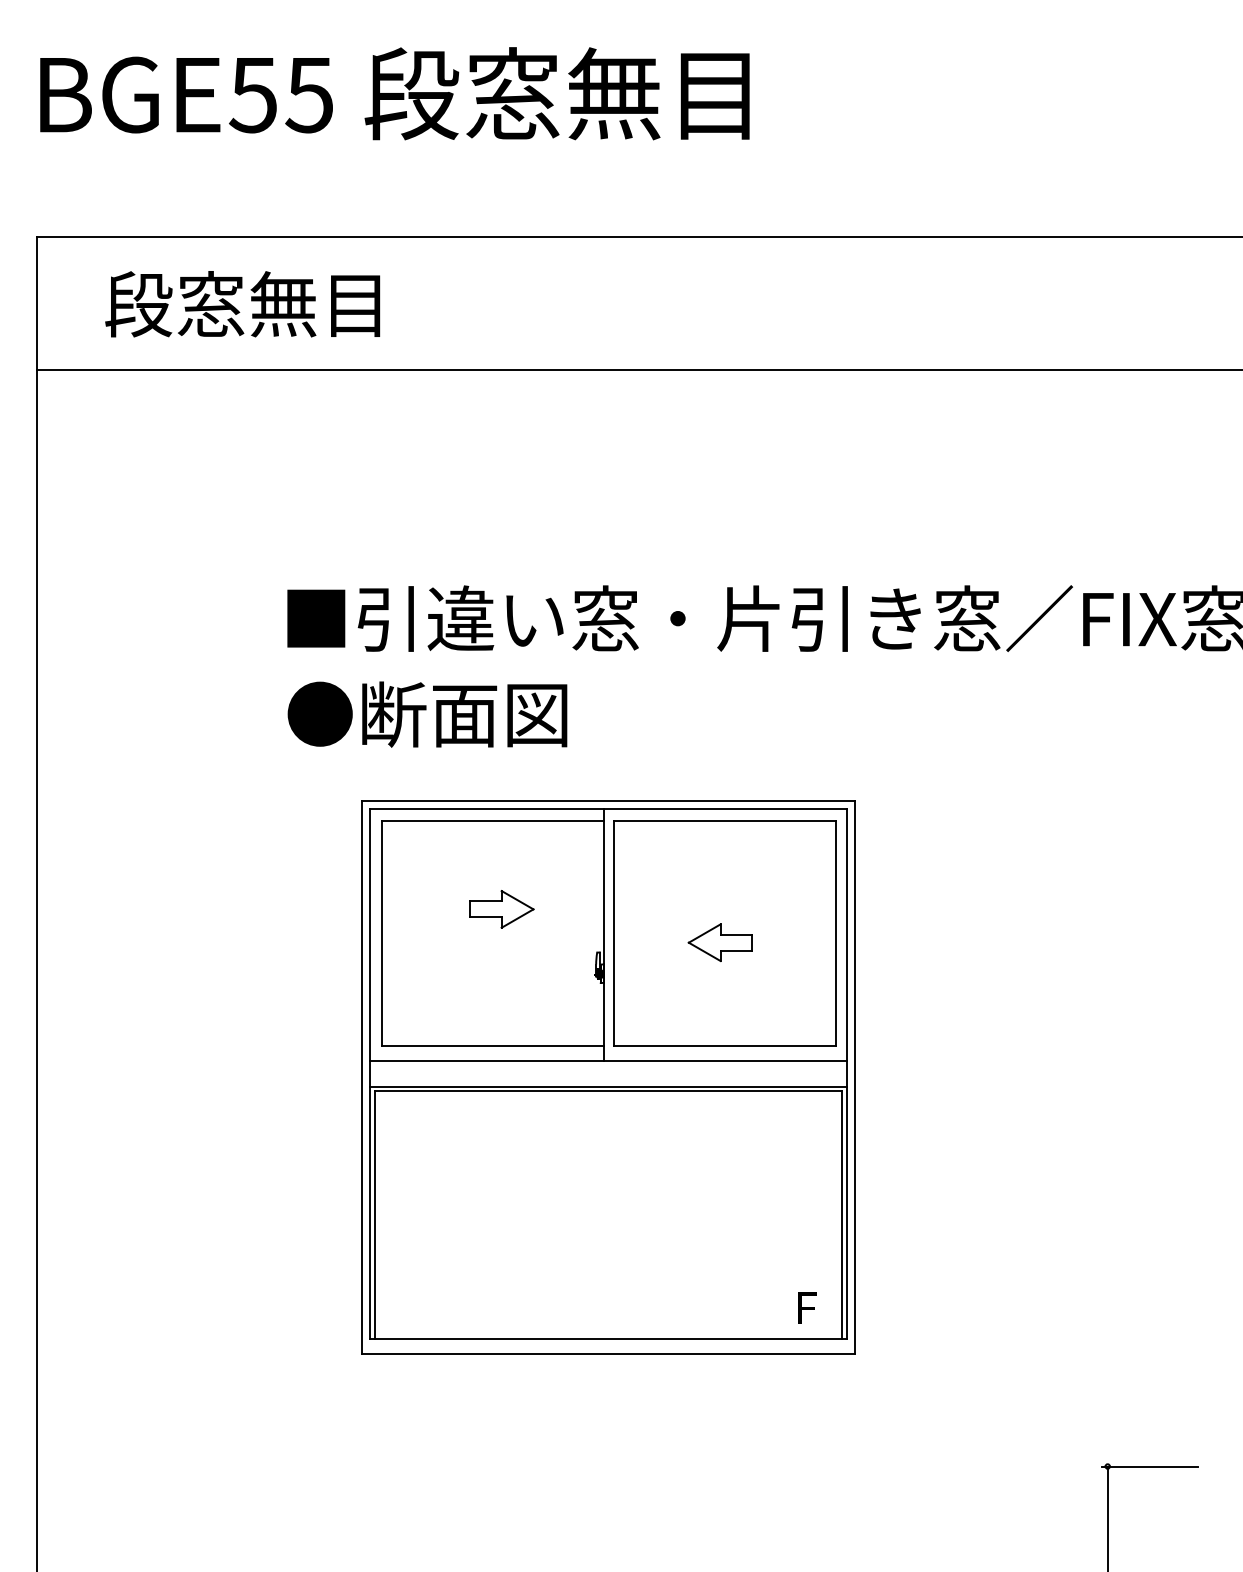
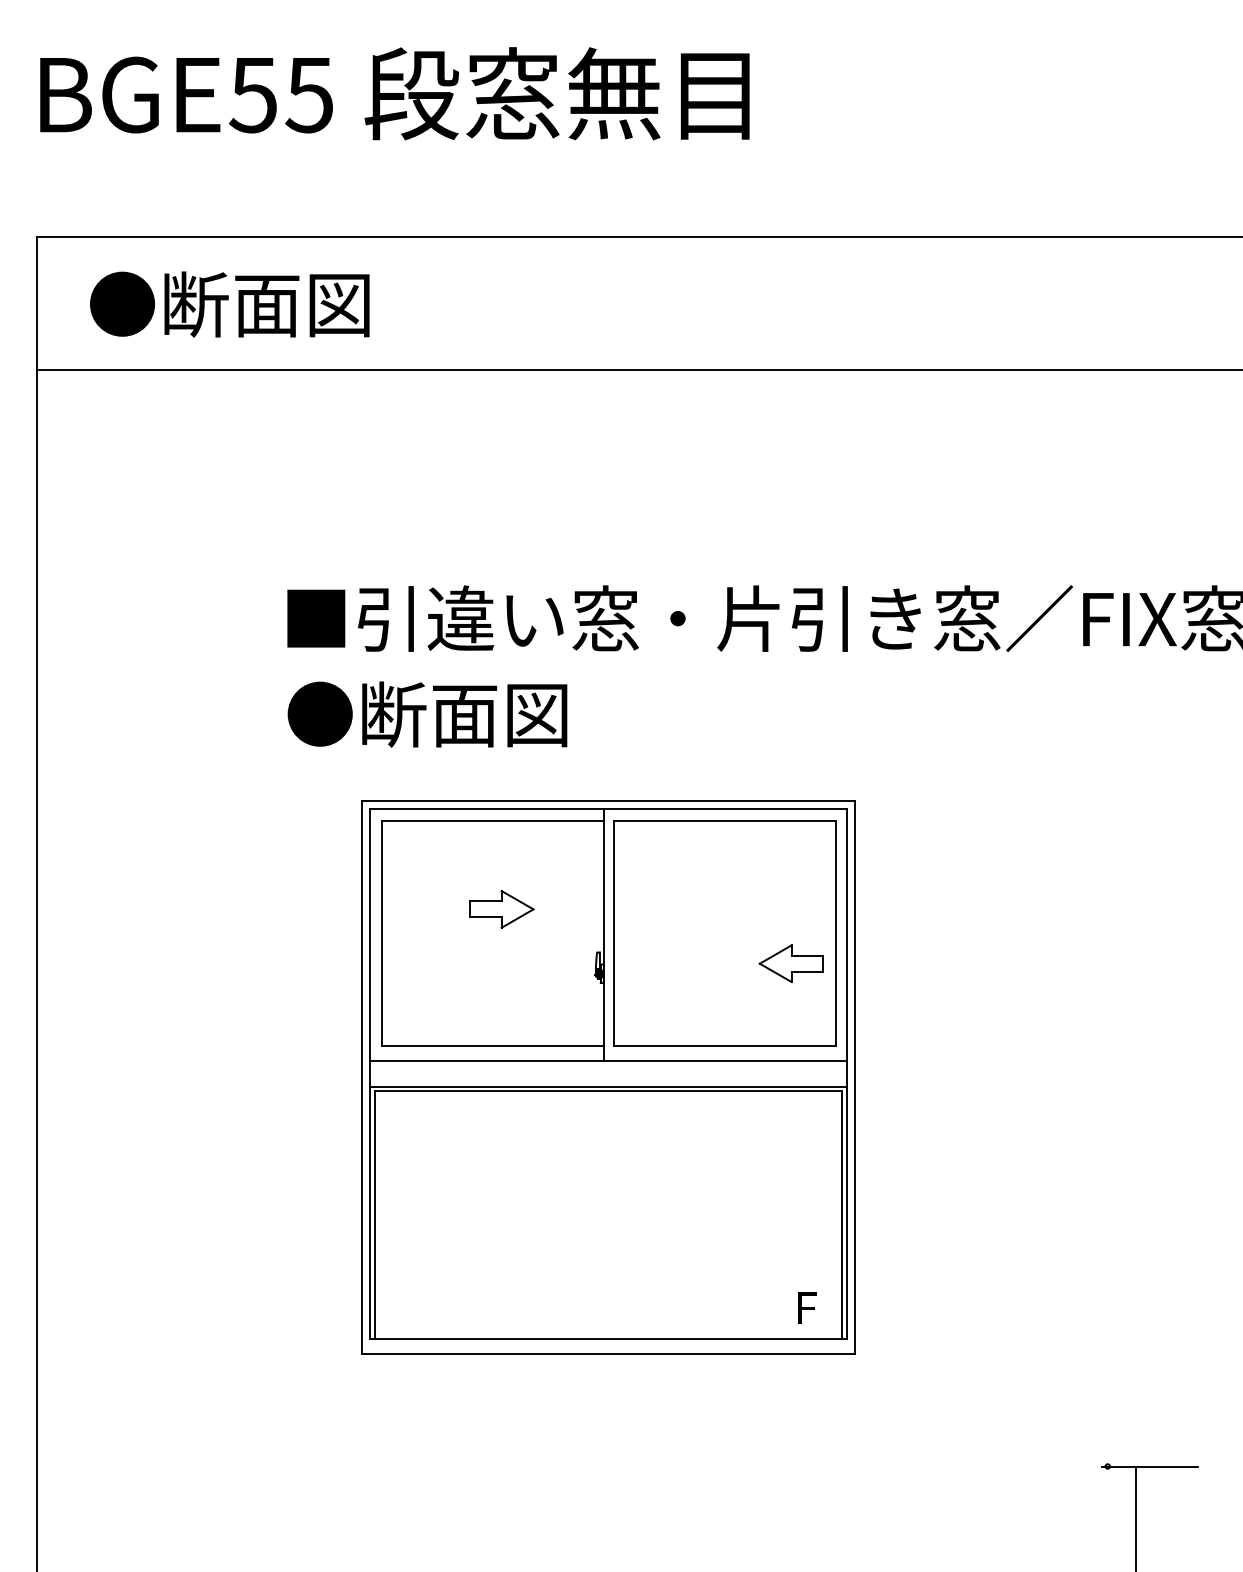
text at (235, 304): 段窓無目 -> ●断面図
part at (719, 942) position: (719, 942) -> (790, 963)
line at (1107, 1517) position: (1107, 1517) -> (1135, 1517)
